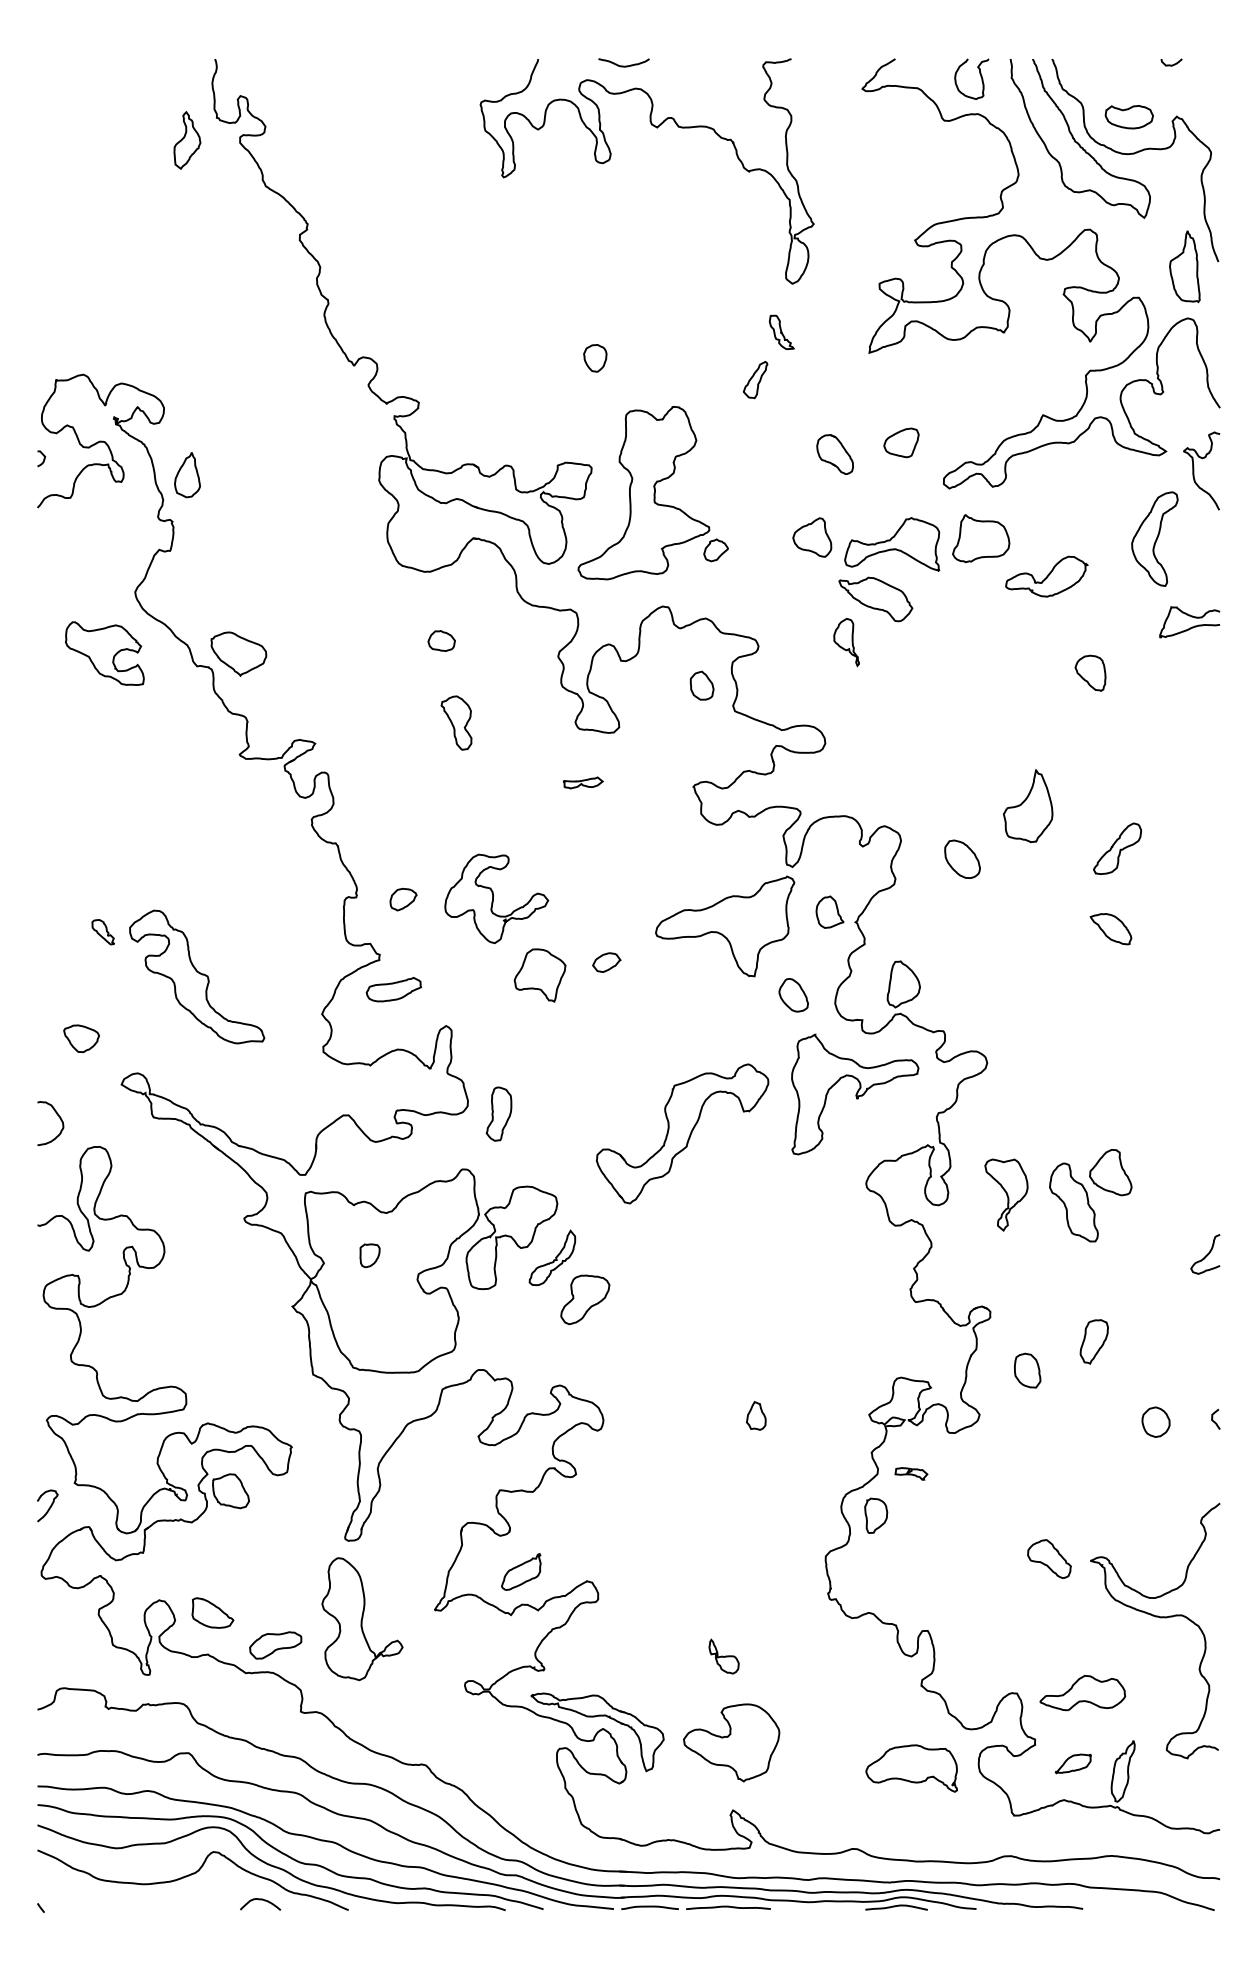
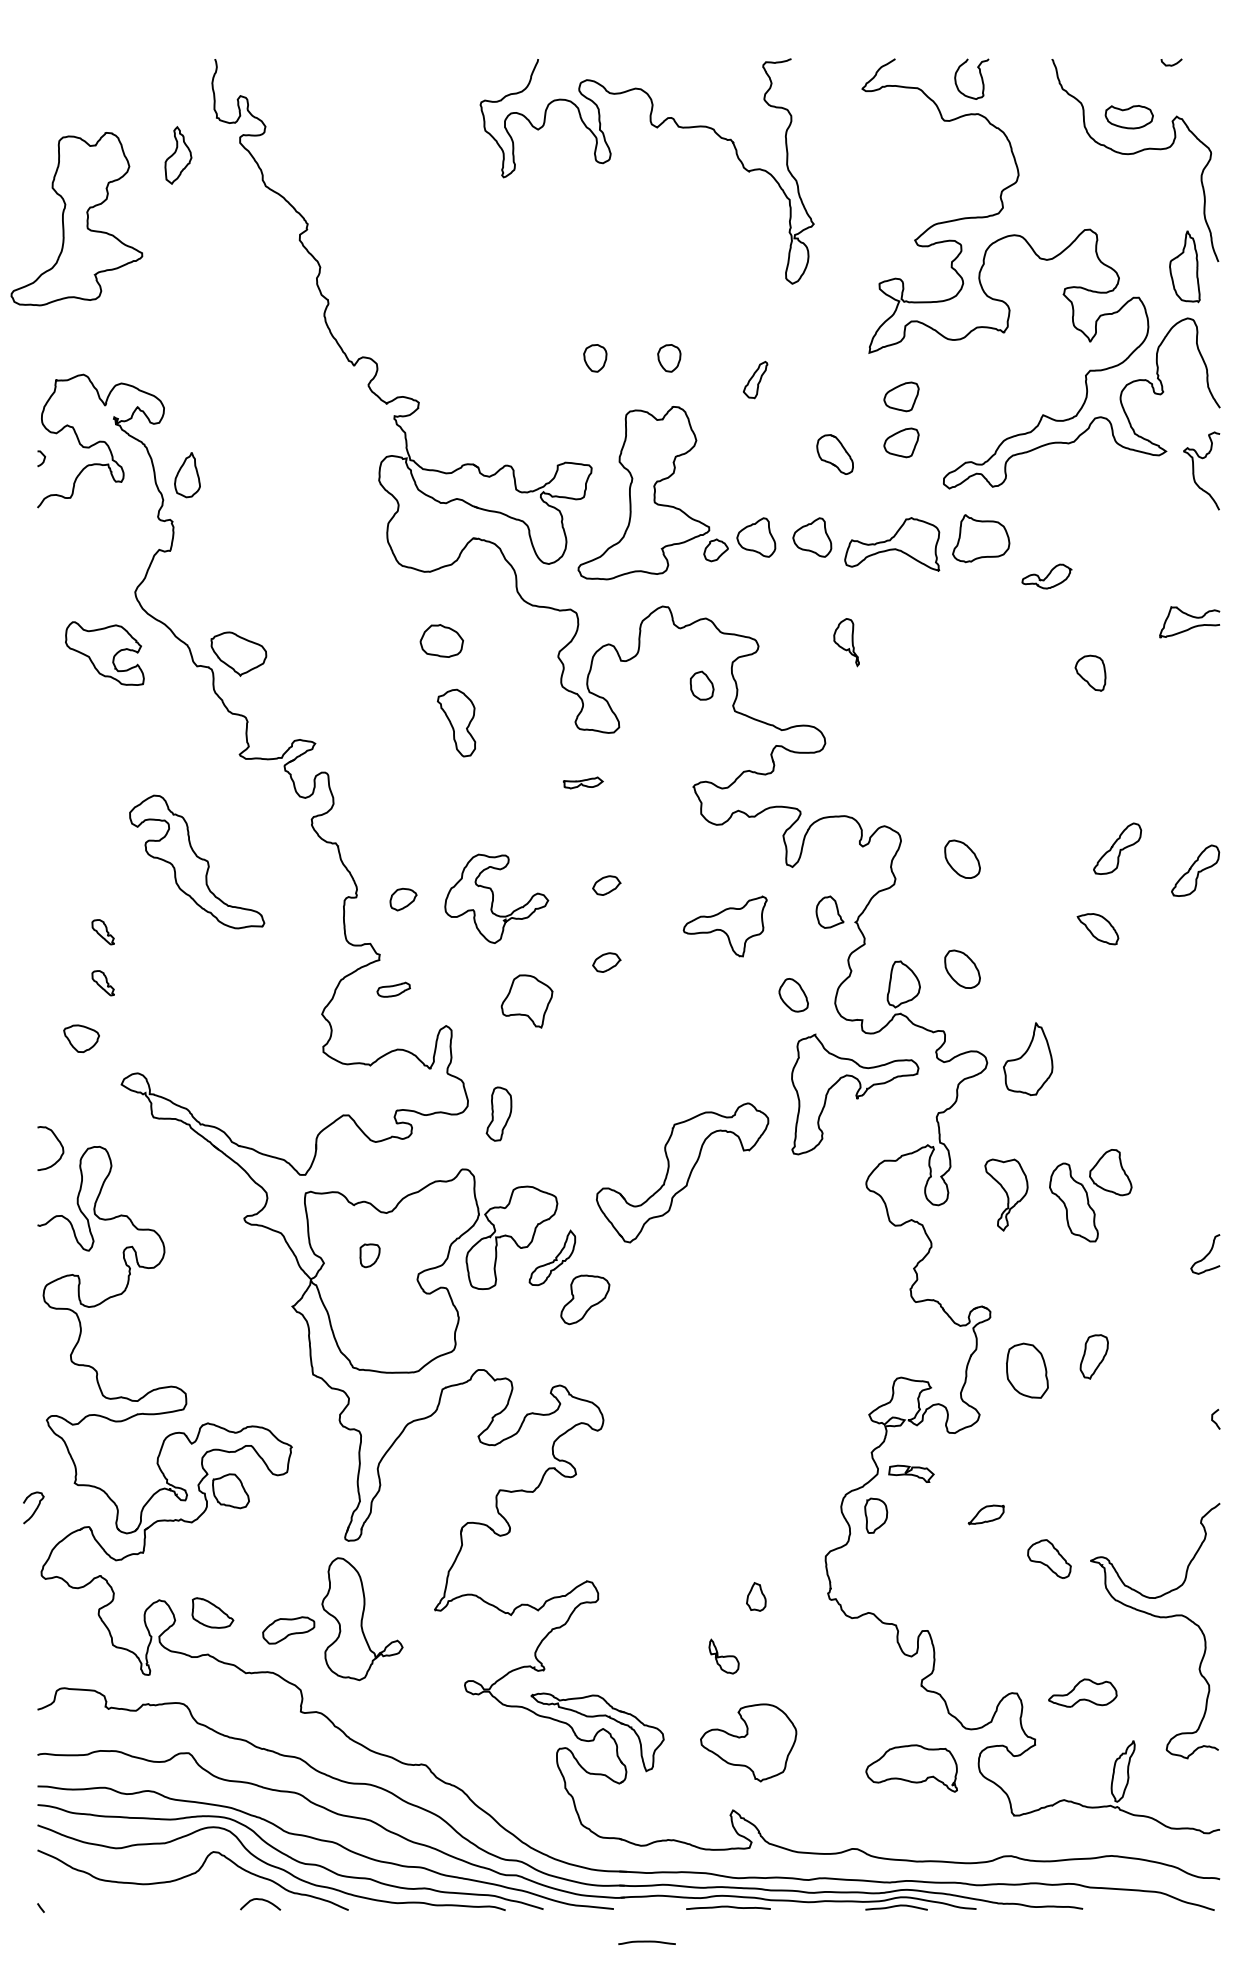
curve at (623, 65): present -> none
part at (187, 140) position: (187, 140) -> (178, 155)
curve at (1077, 141): present -> none
part at (76, 219): none -> present
part at (781, 331): present -> none
part at (669, 358): none -> present
part at (901, 396): none -> present
part at (756, 537): none -> present
part at (1154, 538): present -> none
part at (1046, 576) size: 84x43 px -> 52x27 px
part at (875, 599): present -> none
part at (441, 640) size: 29x22 px -> 46x34 px
part at (456, 722) size: 33x56 px -> 40x70 px
part at (1028, 806) position: (1028, 806) -> (1028, 1059)
part at (1195, 870): none -> present
part at (606, 885): none -> present
part at (725, 926) size: 141x103 px -> 86x63 px
part at (1110, 929) position: (1110, 929) -> (1097, 929)
part at (962, 968): none -> present
part at (539, 975) position: (539, 975) -> (526, 1001)
part at (197, 976) position: (197, 976) -> (197, 861)
part at (102, 983): none -> present
part at (393, 989) size: 57x26 px -> 35x17 px
curve at (59, 1118) position: (59, 1118) -> (59, 1143)
part at (682, 1133) position: (682, 1133) -> (682, 1172)
part at (1093, 1341) position: (1093, 1341) -> (1093, 1356)
part at (1027, 1370) size: 28x37 px -> 43x57 px
part at (756, 1415) position: (756, 1415) -> (756, 1596)
part at (1155, 1421): present -> none
part at (911, 1473) size: 35x14 px -> 47x19 px
curve at (49, 1506) position: (49, 1506) -> (35, 1508)
part at (521, 1571): present -> none
part at (275, 1645) position: (275, 1645) -> (288, 1630)
part at (1082, 1693) size: 88x37 px -> 70x30 px
part at (731, 1742) position: (731, 1742) -> (748, 1742)
part at (1072, 1763) position: (1072, 1763) -> (985, 1514)
curve at (649, 1907) position: (649, 1907) -> (646, 1942)
